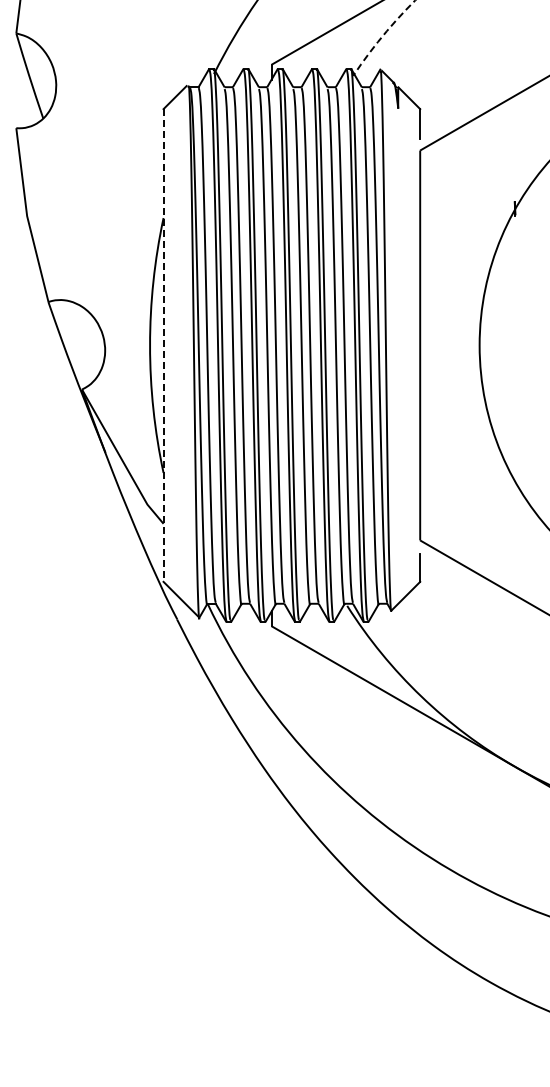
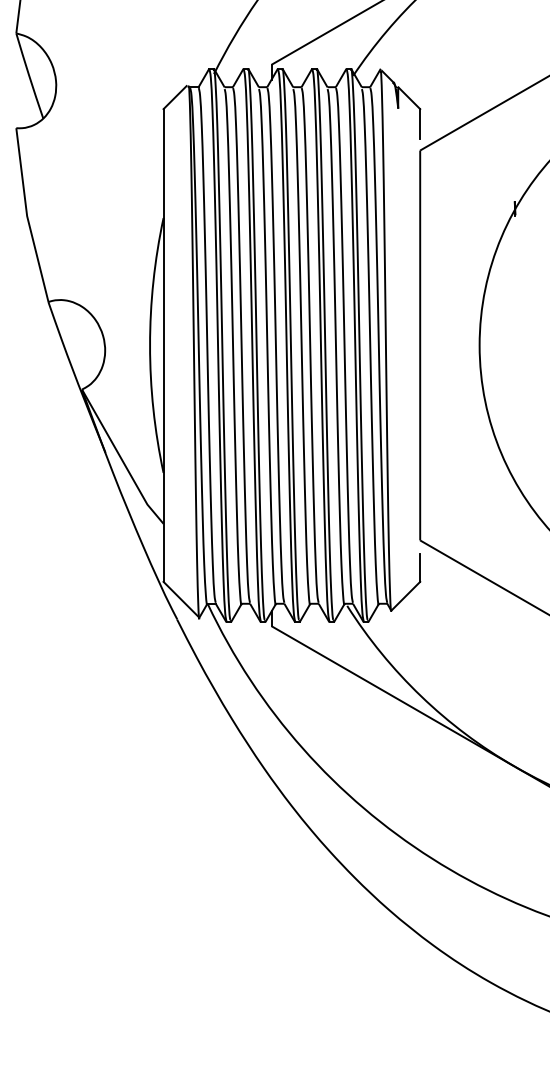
arc at (382, 36): dashed -> solid
line at (163, 346): dashed -> solid
